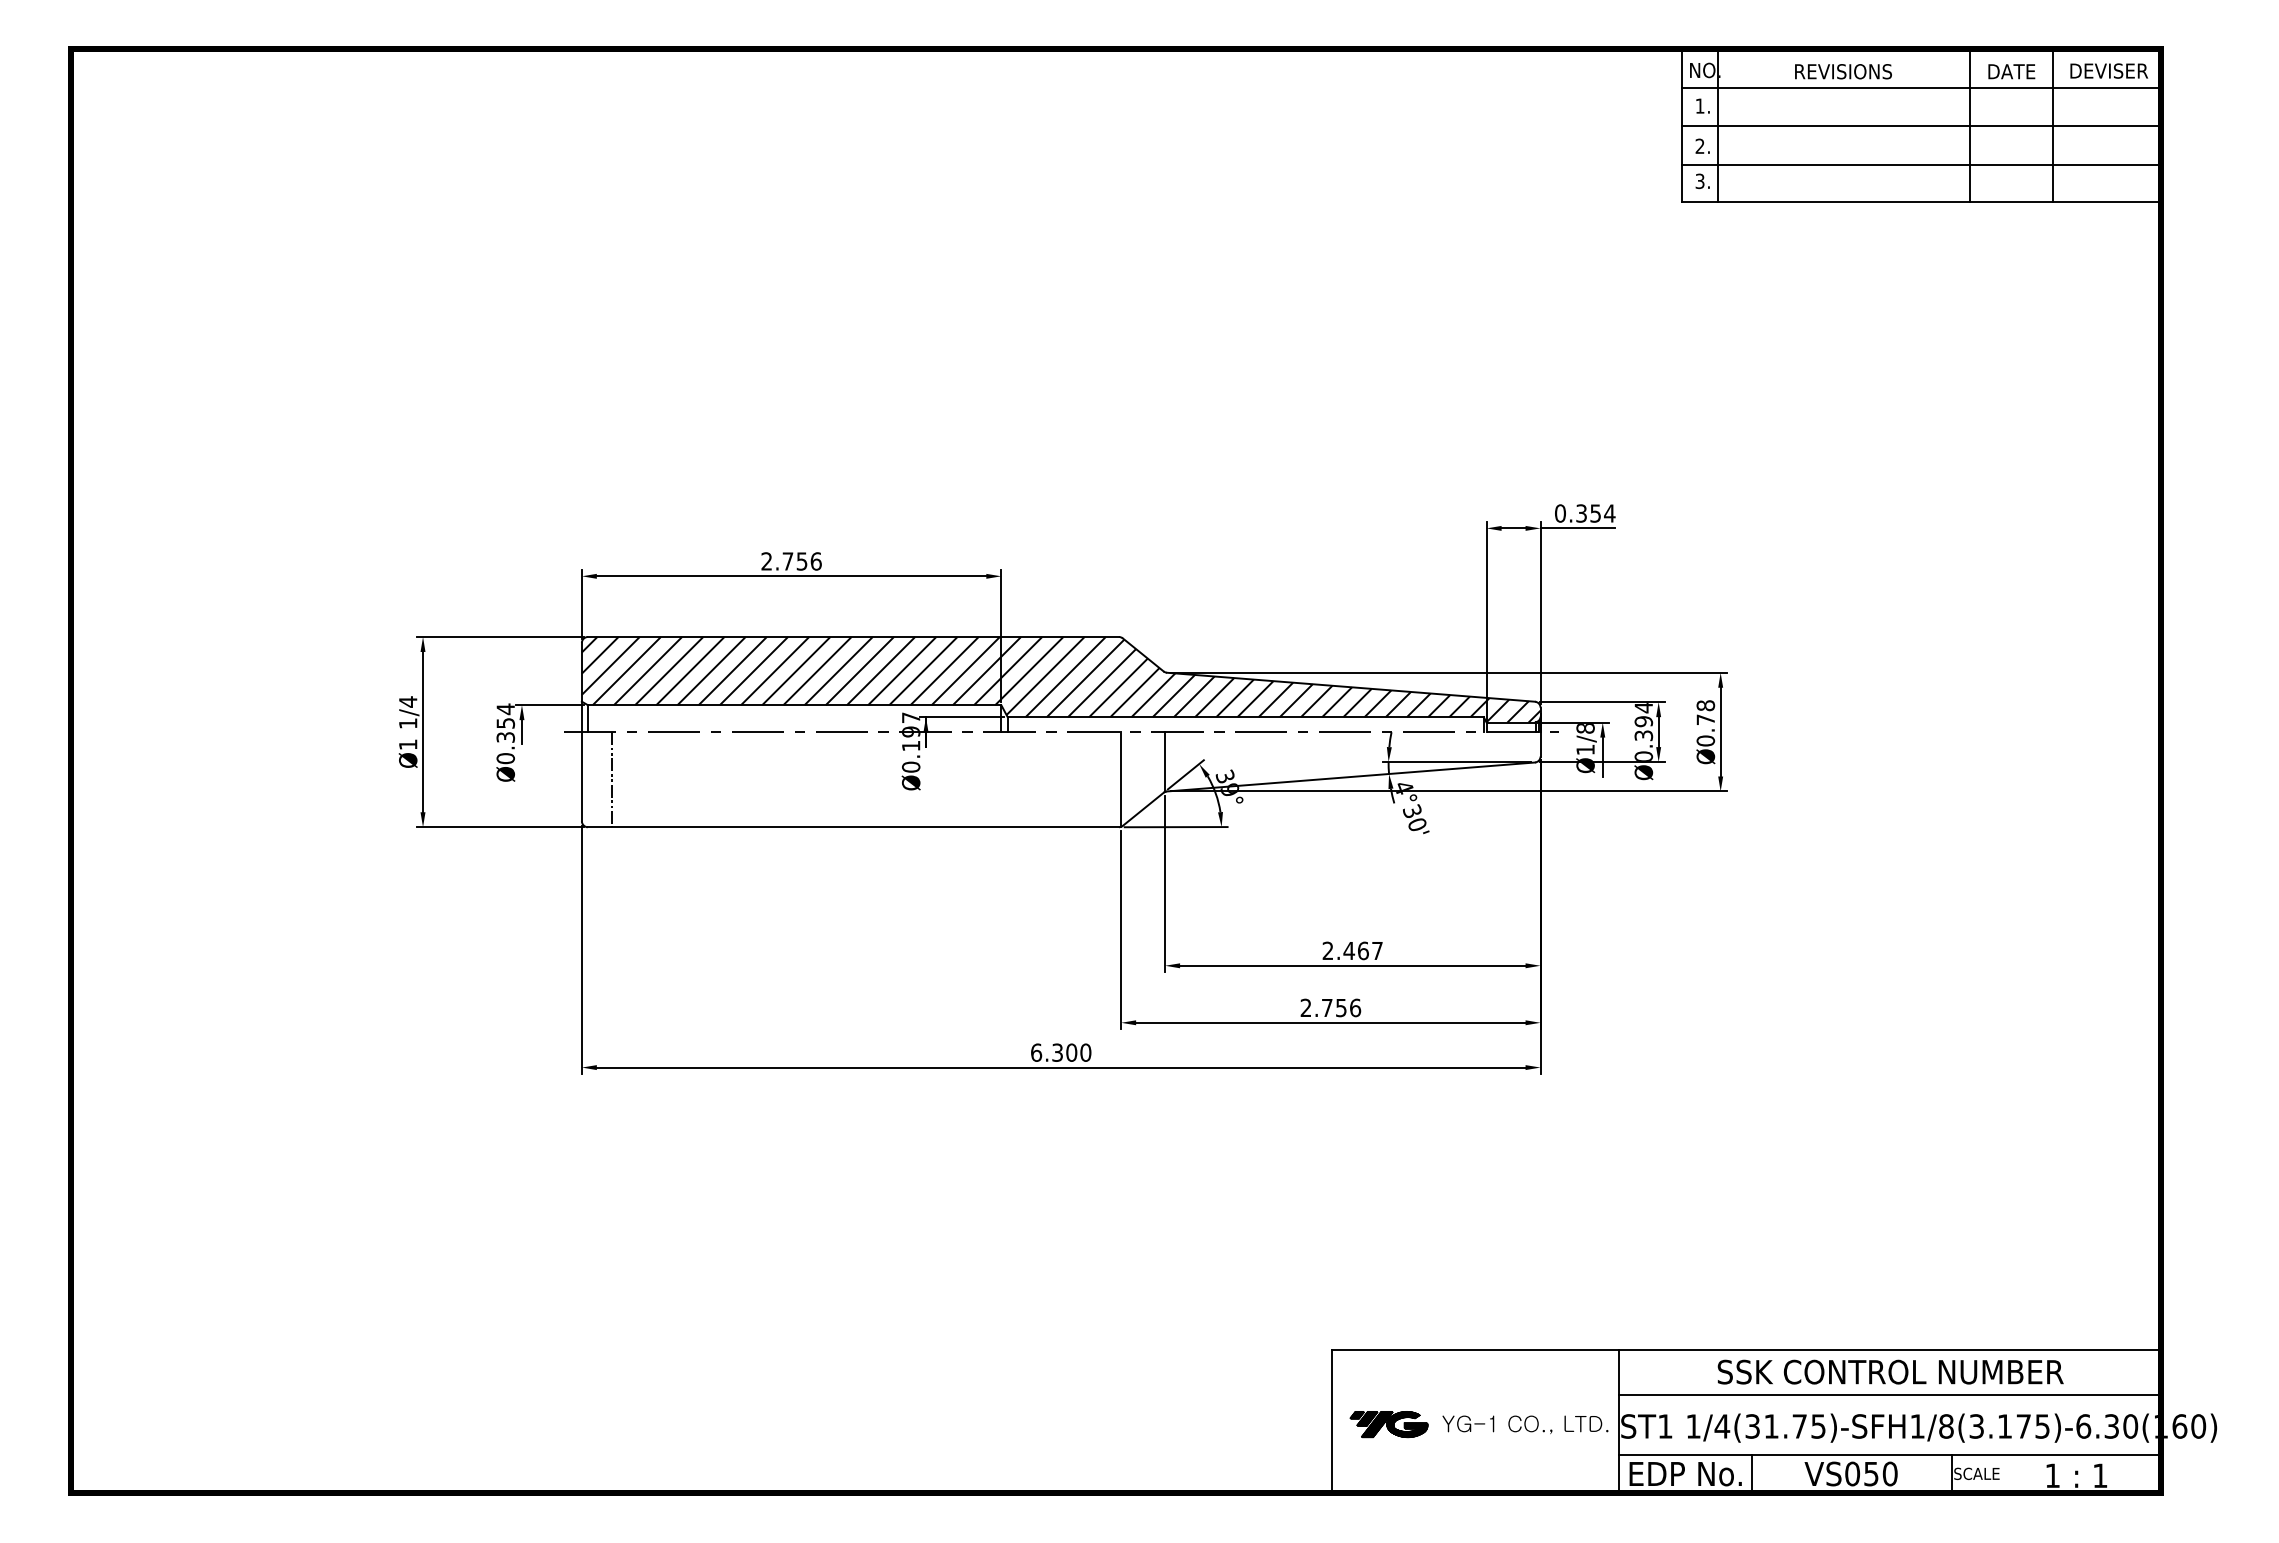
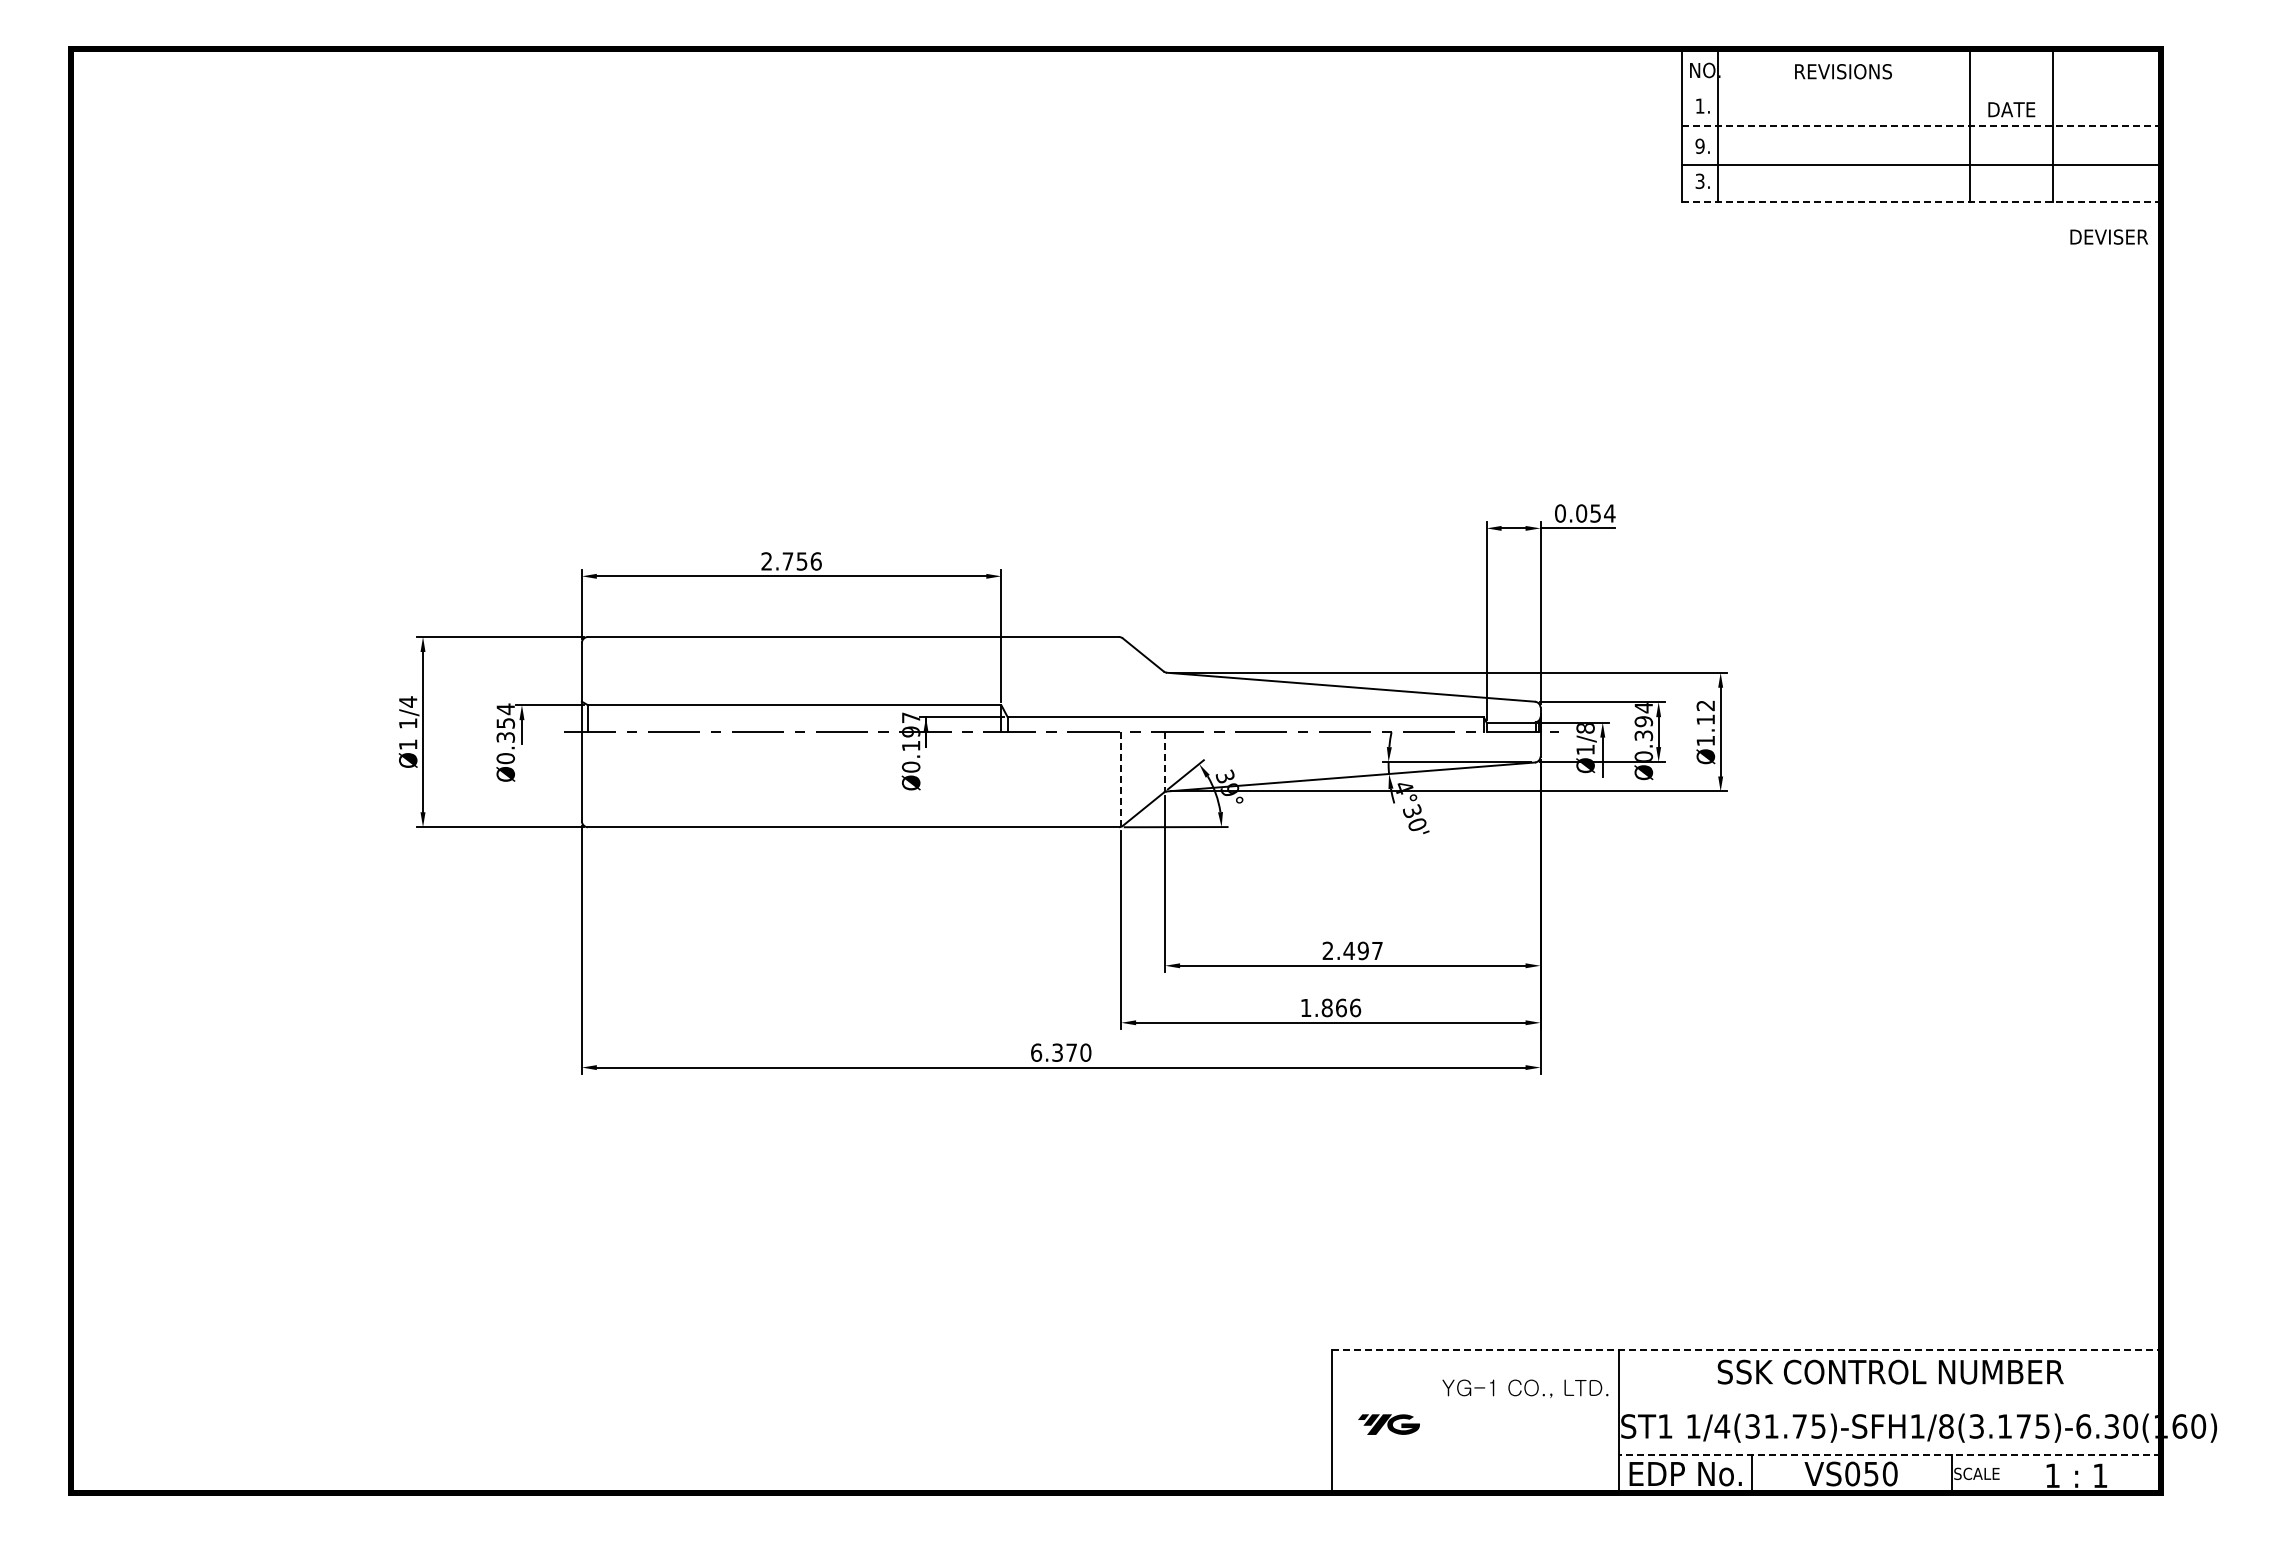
text at (2109, 70) position: (2109, 70) -> (2109, 236)
text at (2011, 71) position: (2011, 71) -> (2011, 109)
line at (1921, 87): present -> none
line at (1921, 126): solid -> dashed
text at (1699, 145): 2. -> 9.
line at (1921, 201): solid -> dashed
text at (1581, 513): 0.354 -> 0.054
hatch at (1060, 679): present -> none
text at (1705, 723): Ø0.78 -> Ø1.12
line at (1165, 762): solid -> dashed
line at (611, 779): present -> none
line at (1121, 779): solid -> dashed
text at (1362, 950): 2.467 -> 2.497
text at (1323, 1007): 2.756 -> 1.866
text at (1071, 1052): 6.300 -> 6.370
line at (1746, 1349): solid -> dashed
line at (1890, 1394): present -> none
part at (1388, 1424) size: 80x28 px -> 62x21 px
text at (1525, 1424) position: (1525, 1424) -> (1525, 1388)
line at (1890, 1454): solid -> dashed
